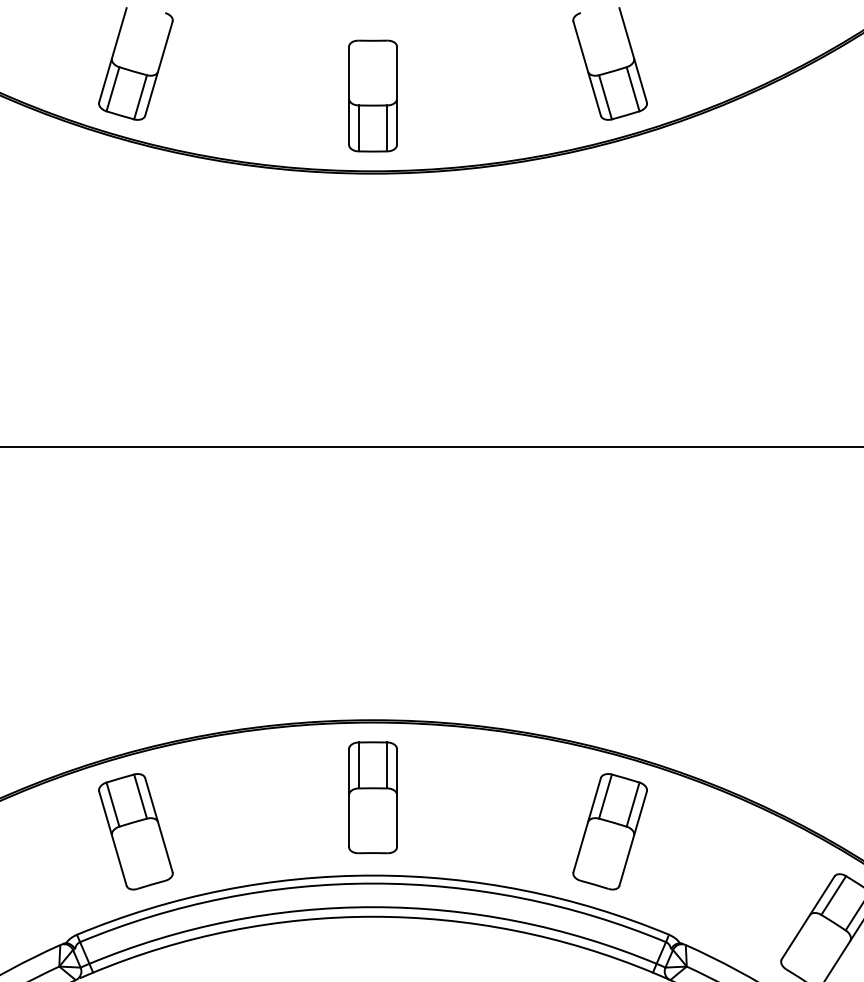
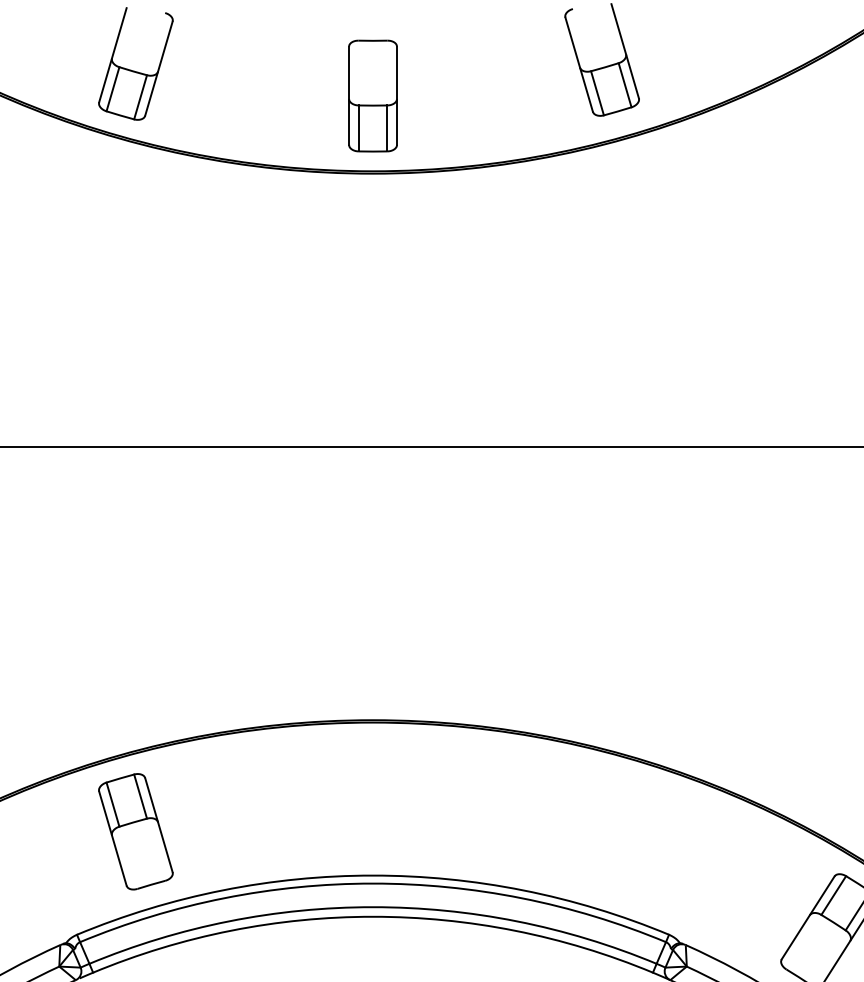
part at (611, 70) position: (611, 70) -> (603, 66)
part at (372, 797): present -> none
part at (609, 831): present -> none
